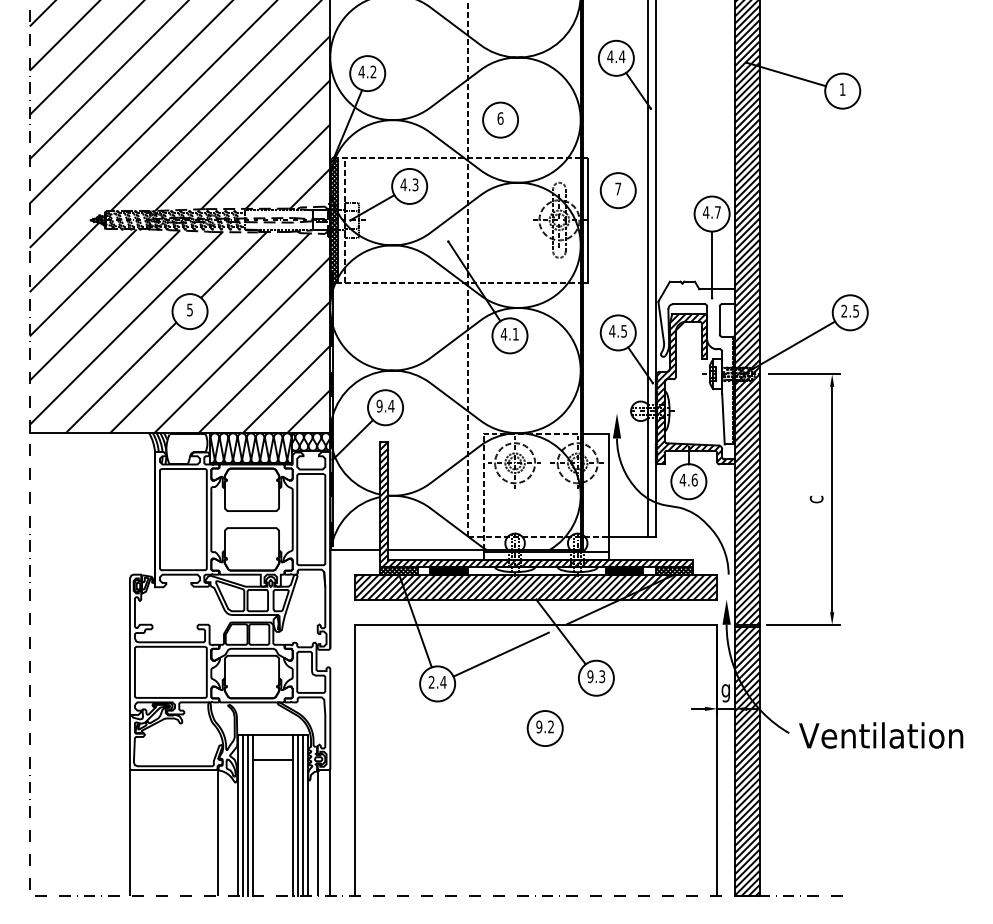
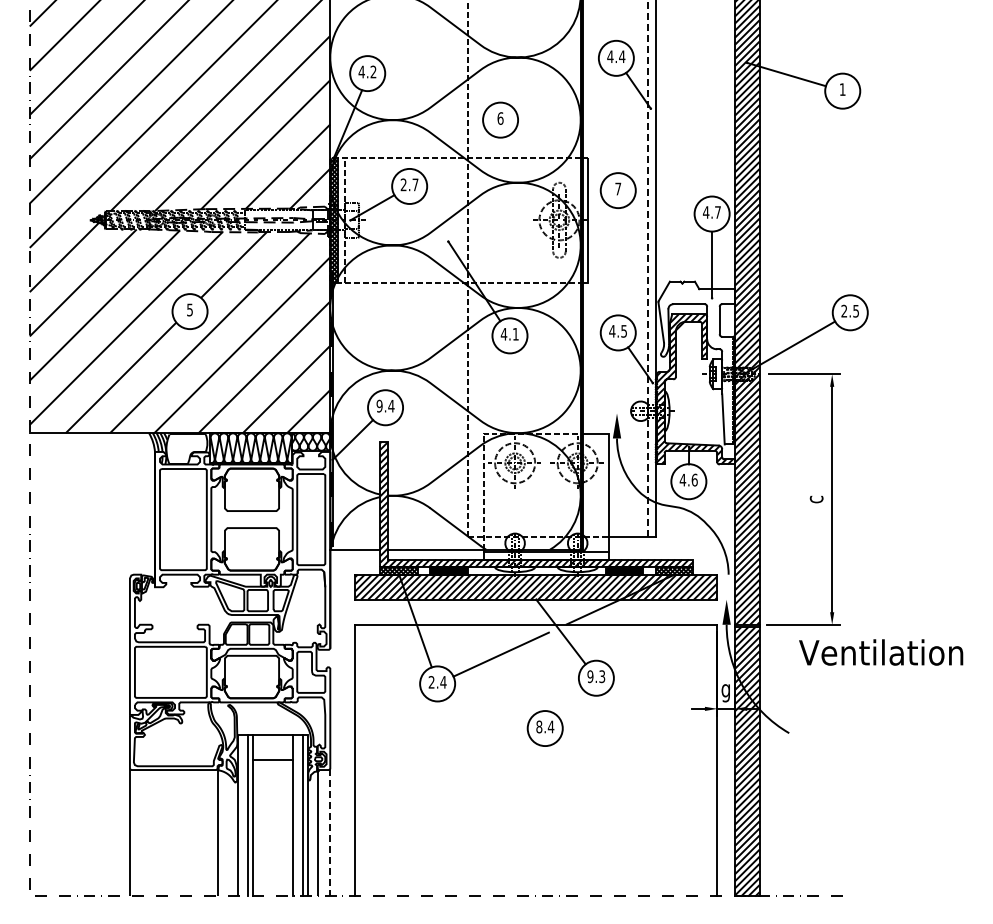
text at (409, 184): 4.3 -> 2.7
line at (648, 268): solid -> dashed
text at (545, 726): 9.2 -> 8.4
text at (881, 735) position: (881, 735) -> (881, 652)
line at (242, 815): present -> none
line at (297, 815): present -> none
line at (330, 832): solid -> dashed
